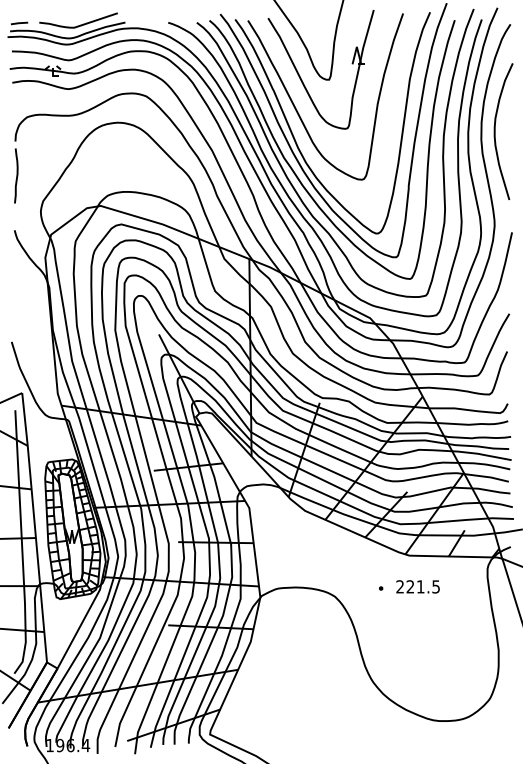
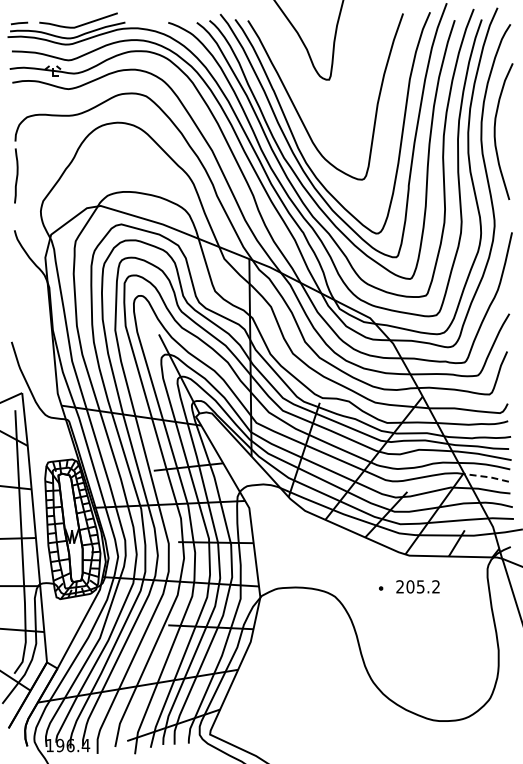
part at (302, 79): present -> none
line at (487, 477): solid -> dashed
text at (422, 586): 221.5 -> 205.2
